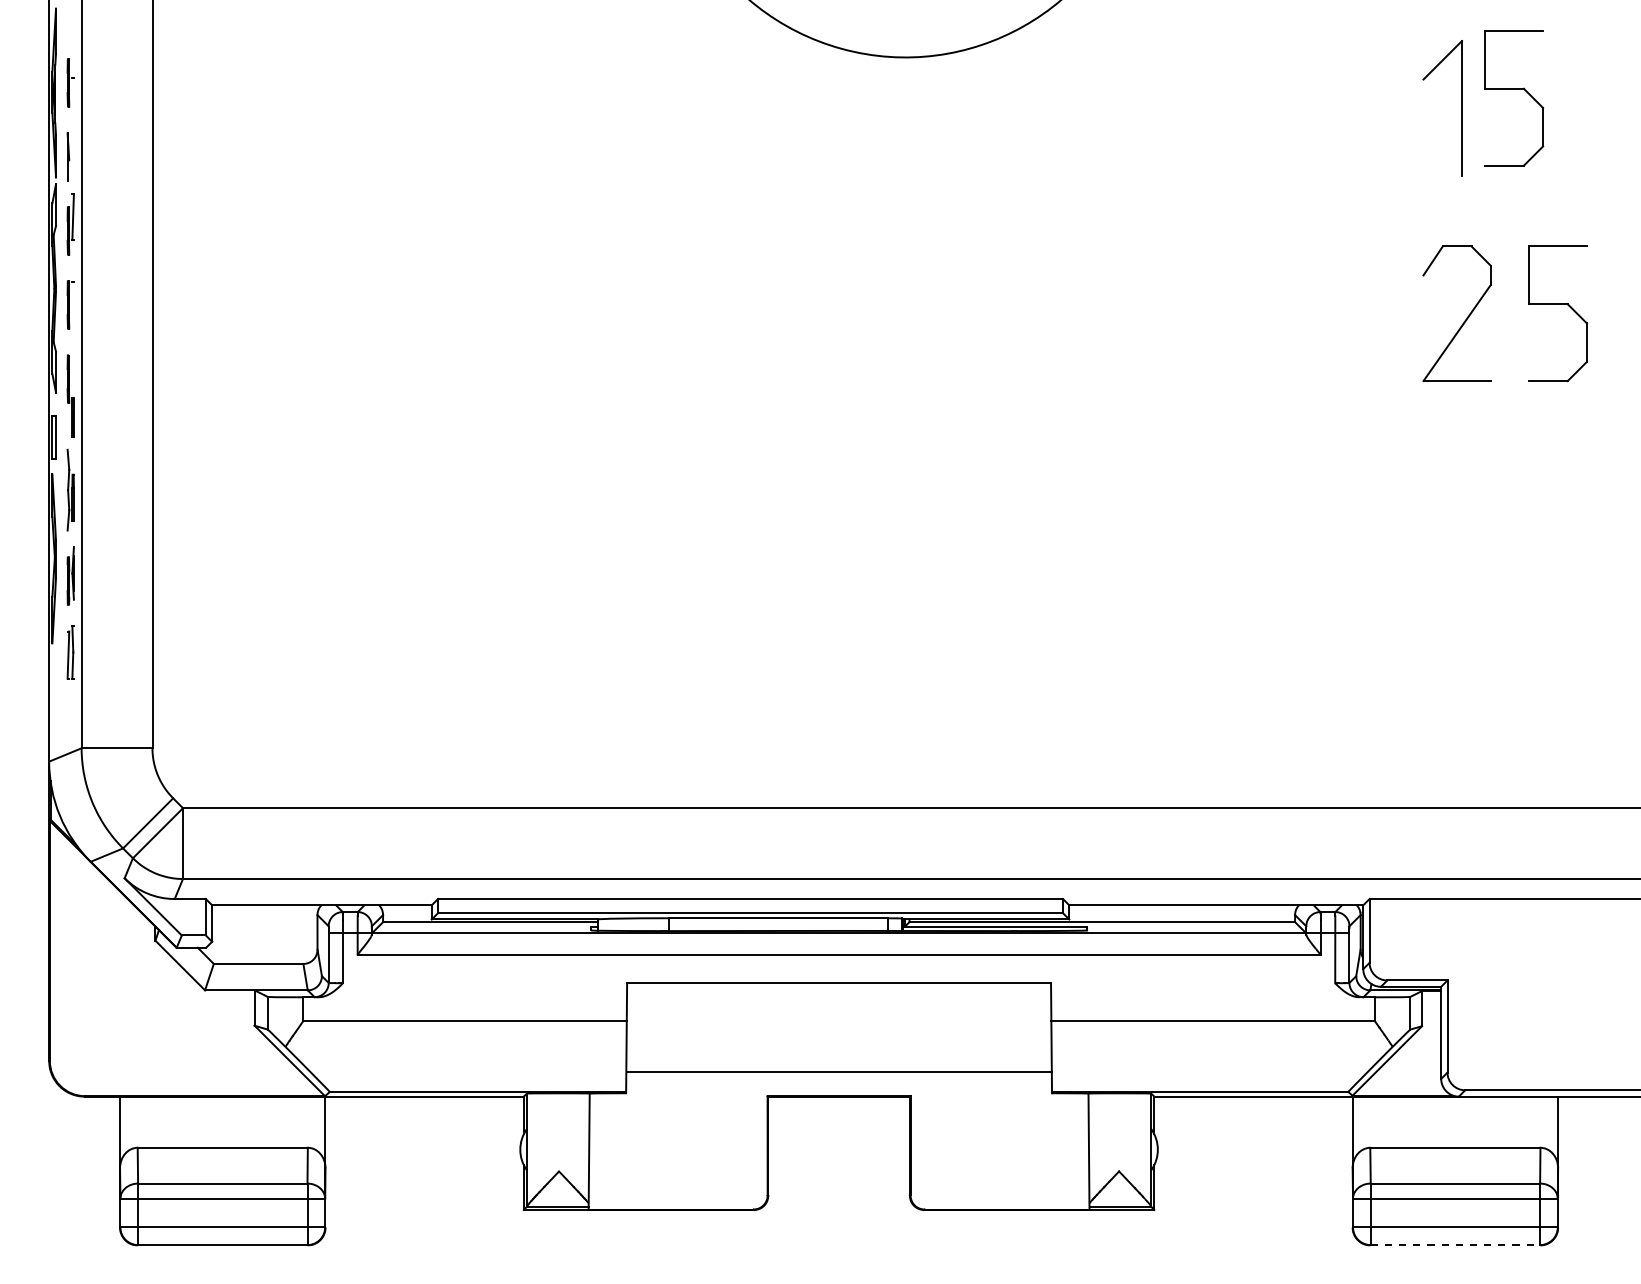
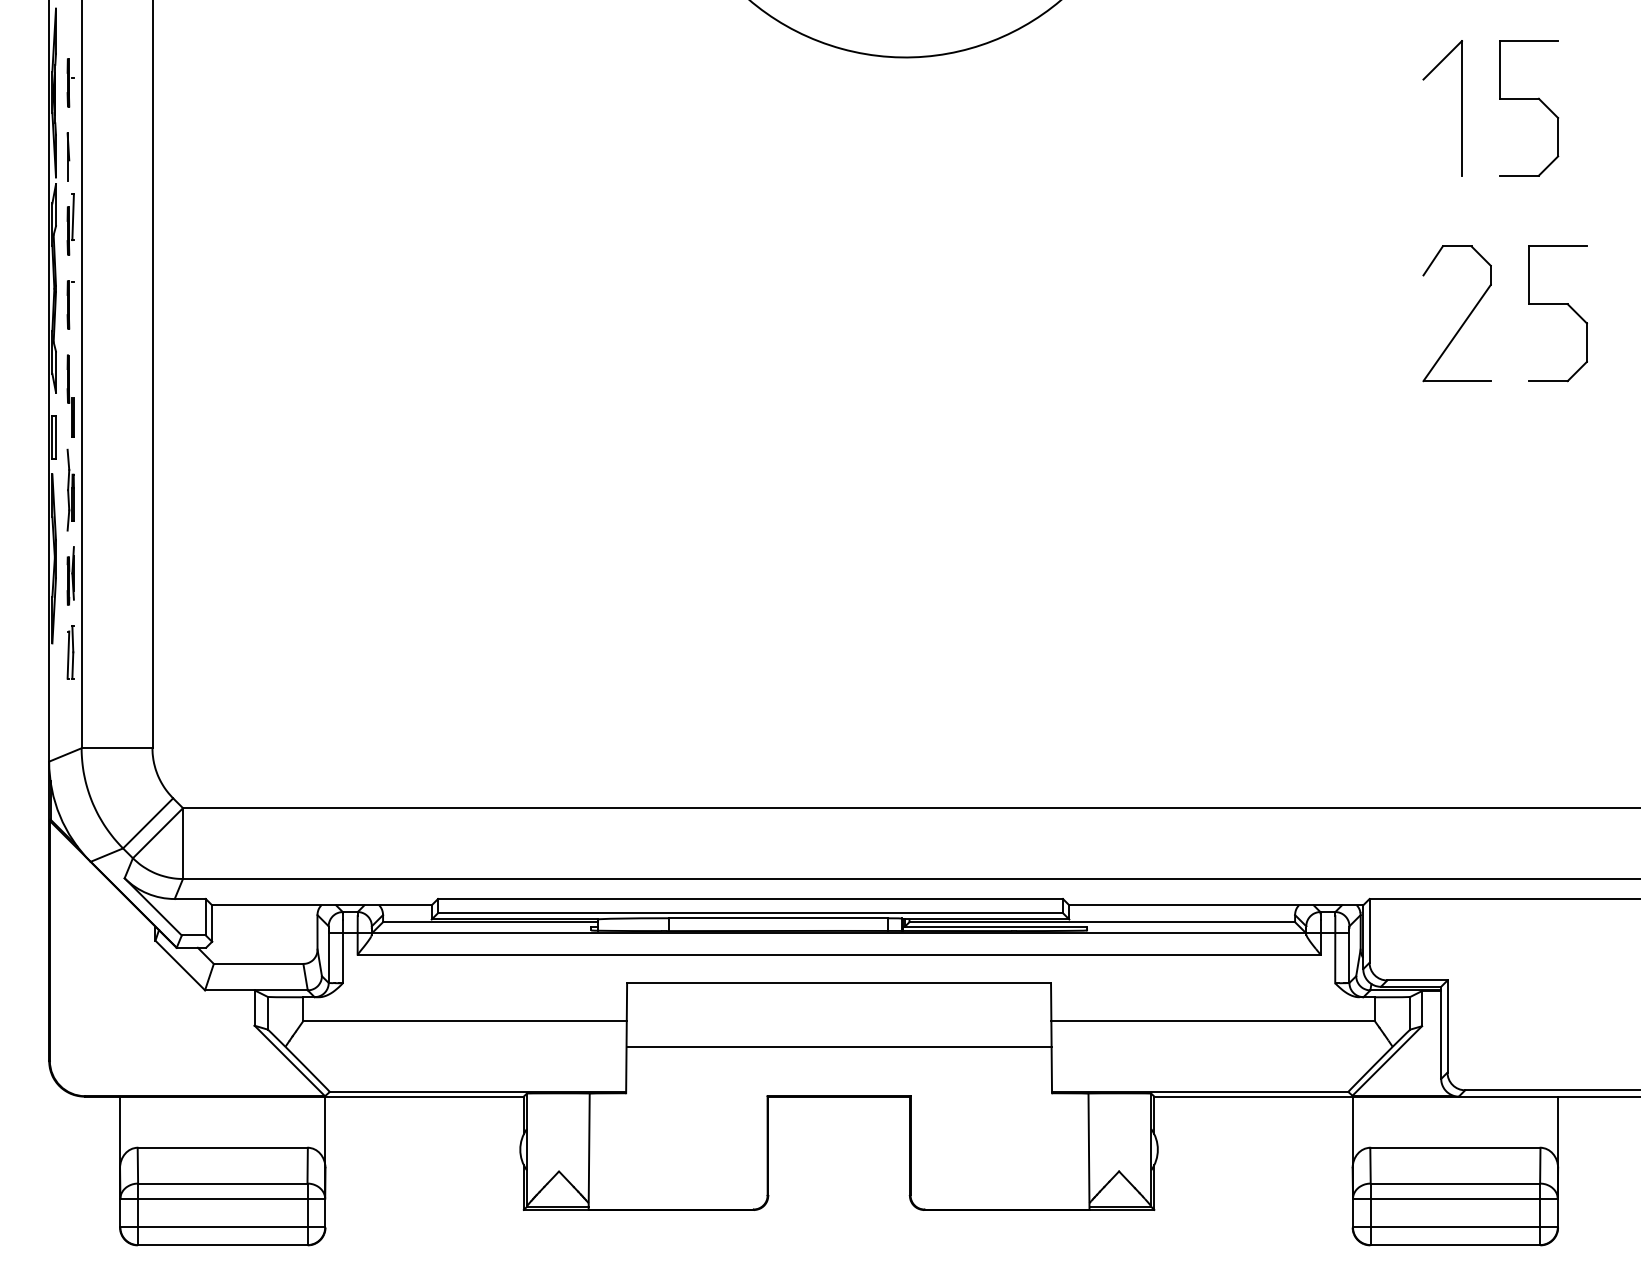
part at (1514, 89) position: (1514, 89) -> (1529, 99)
line at (838, 1071) position: (838, 1071) -> (838, 1046)
line at (1455, 1245): dashed -> solid
